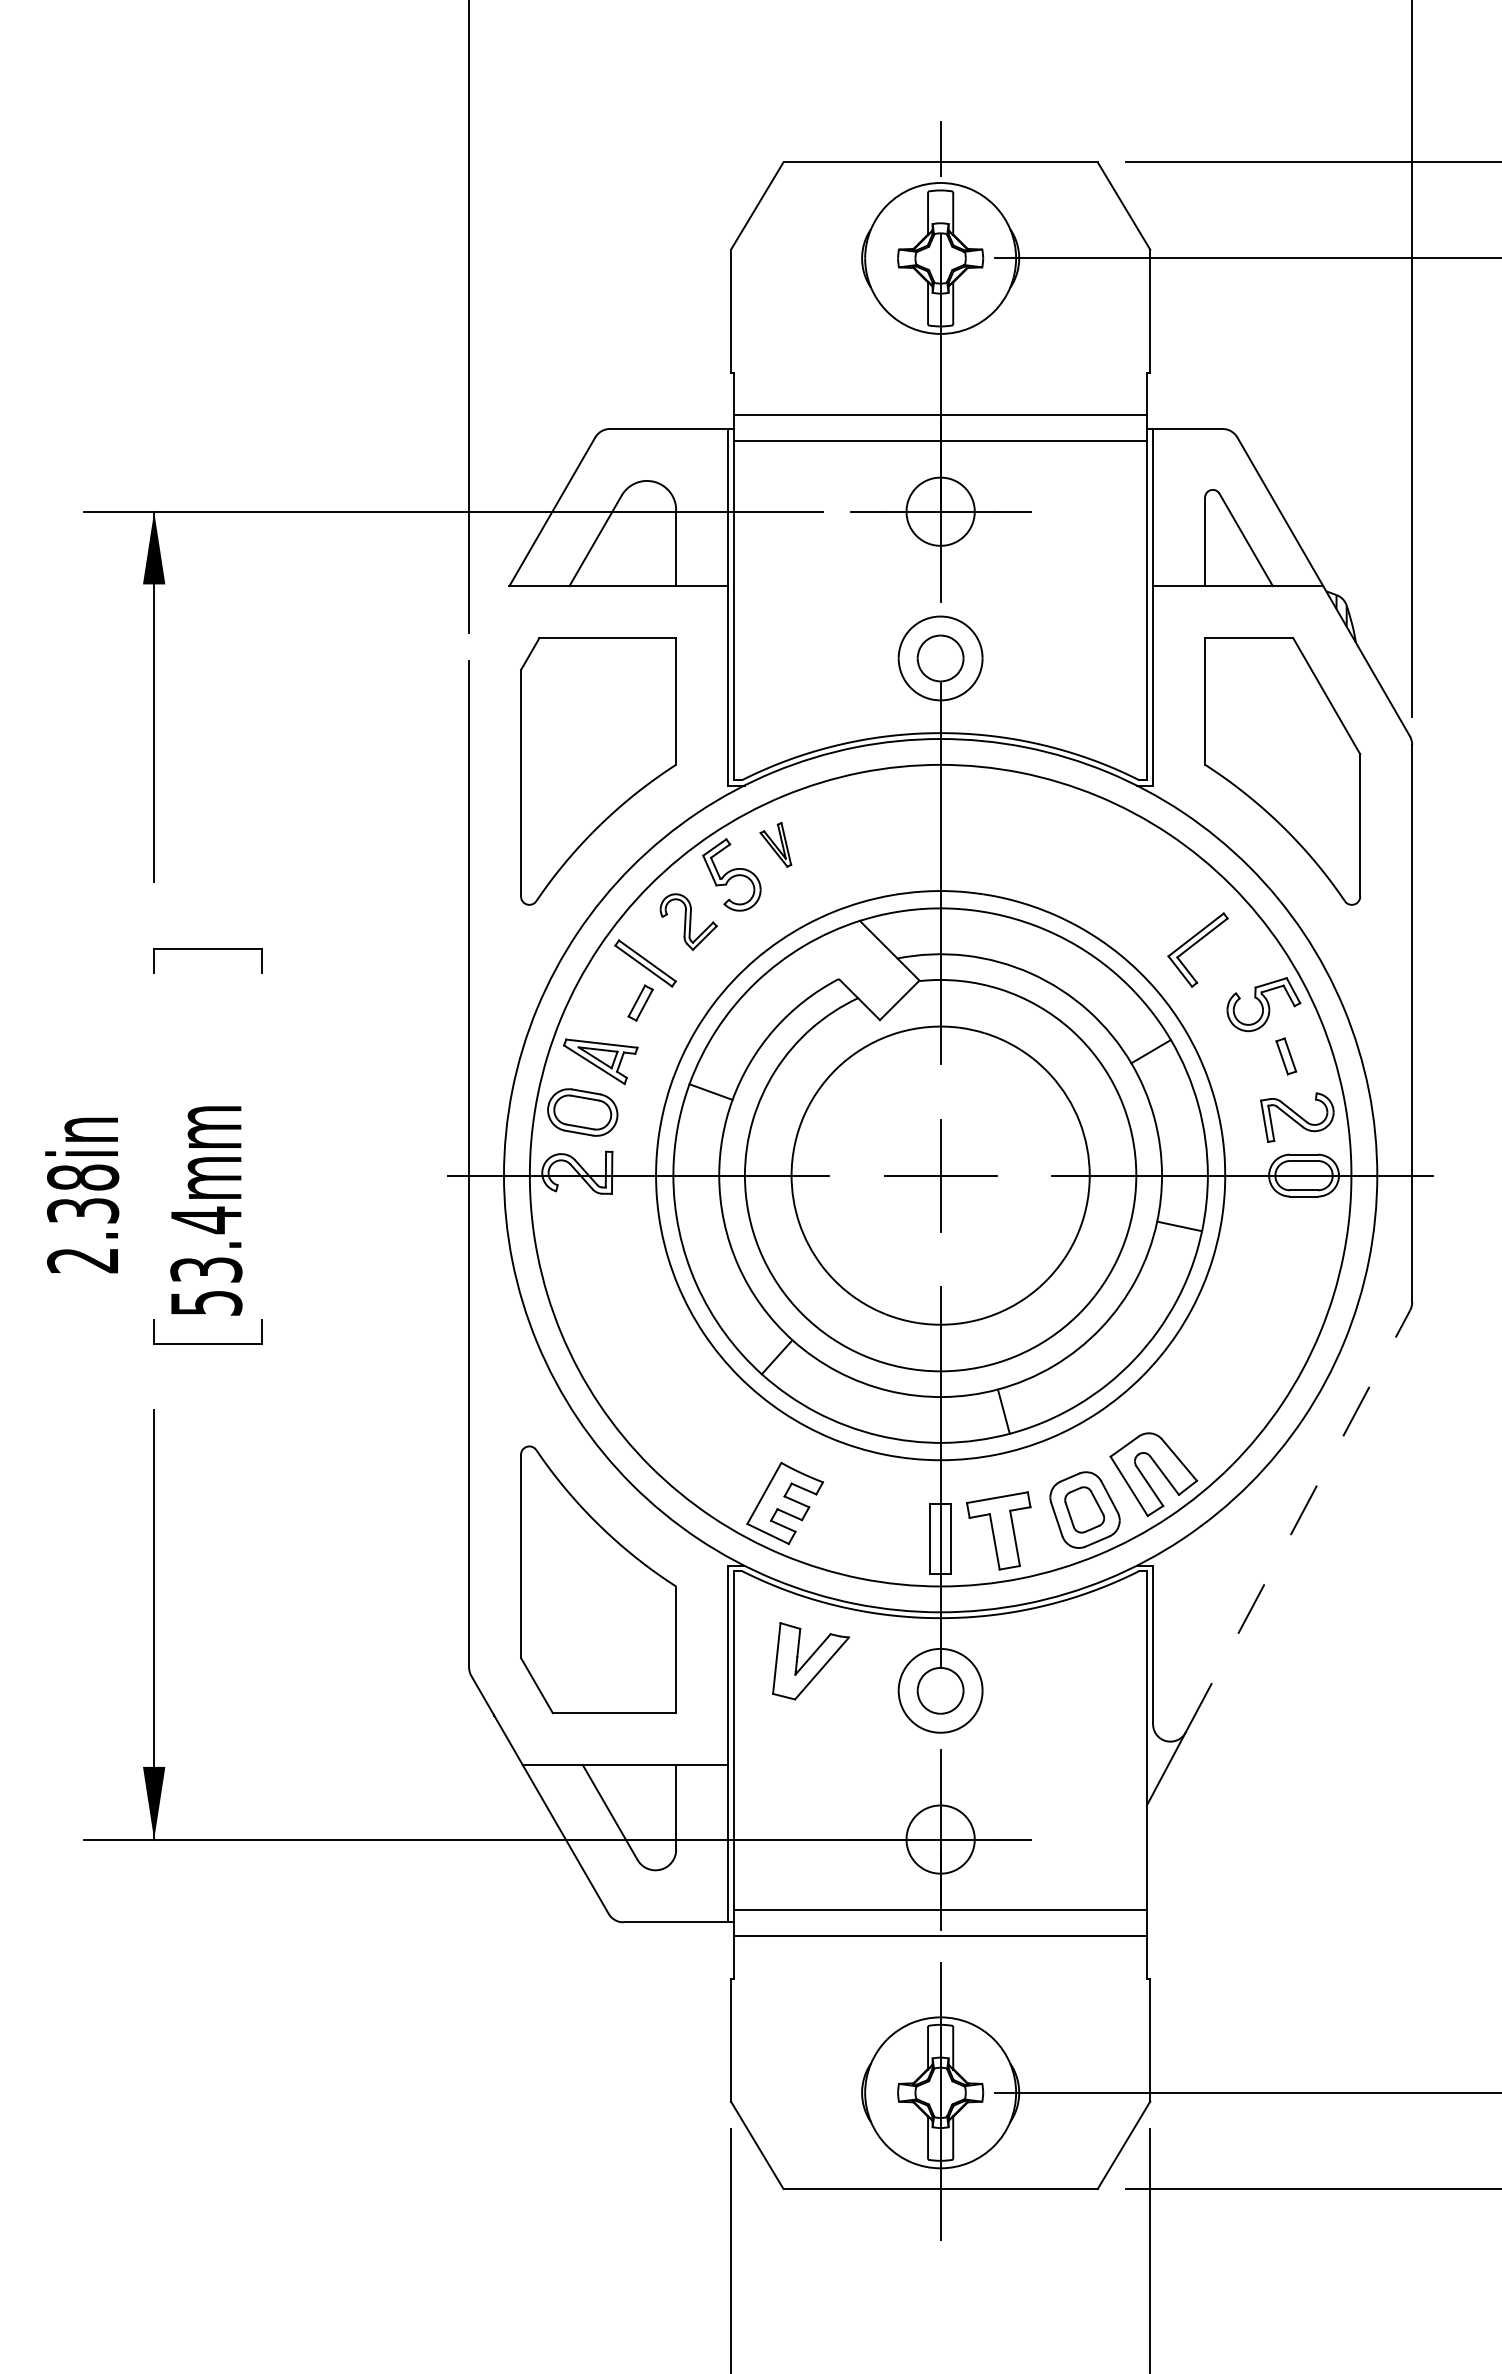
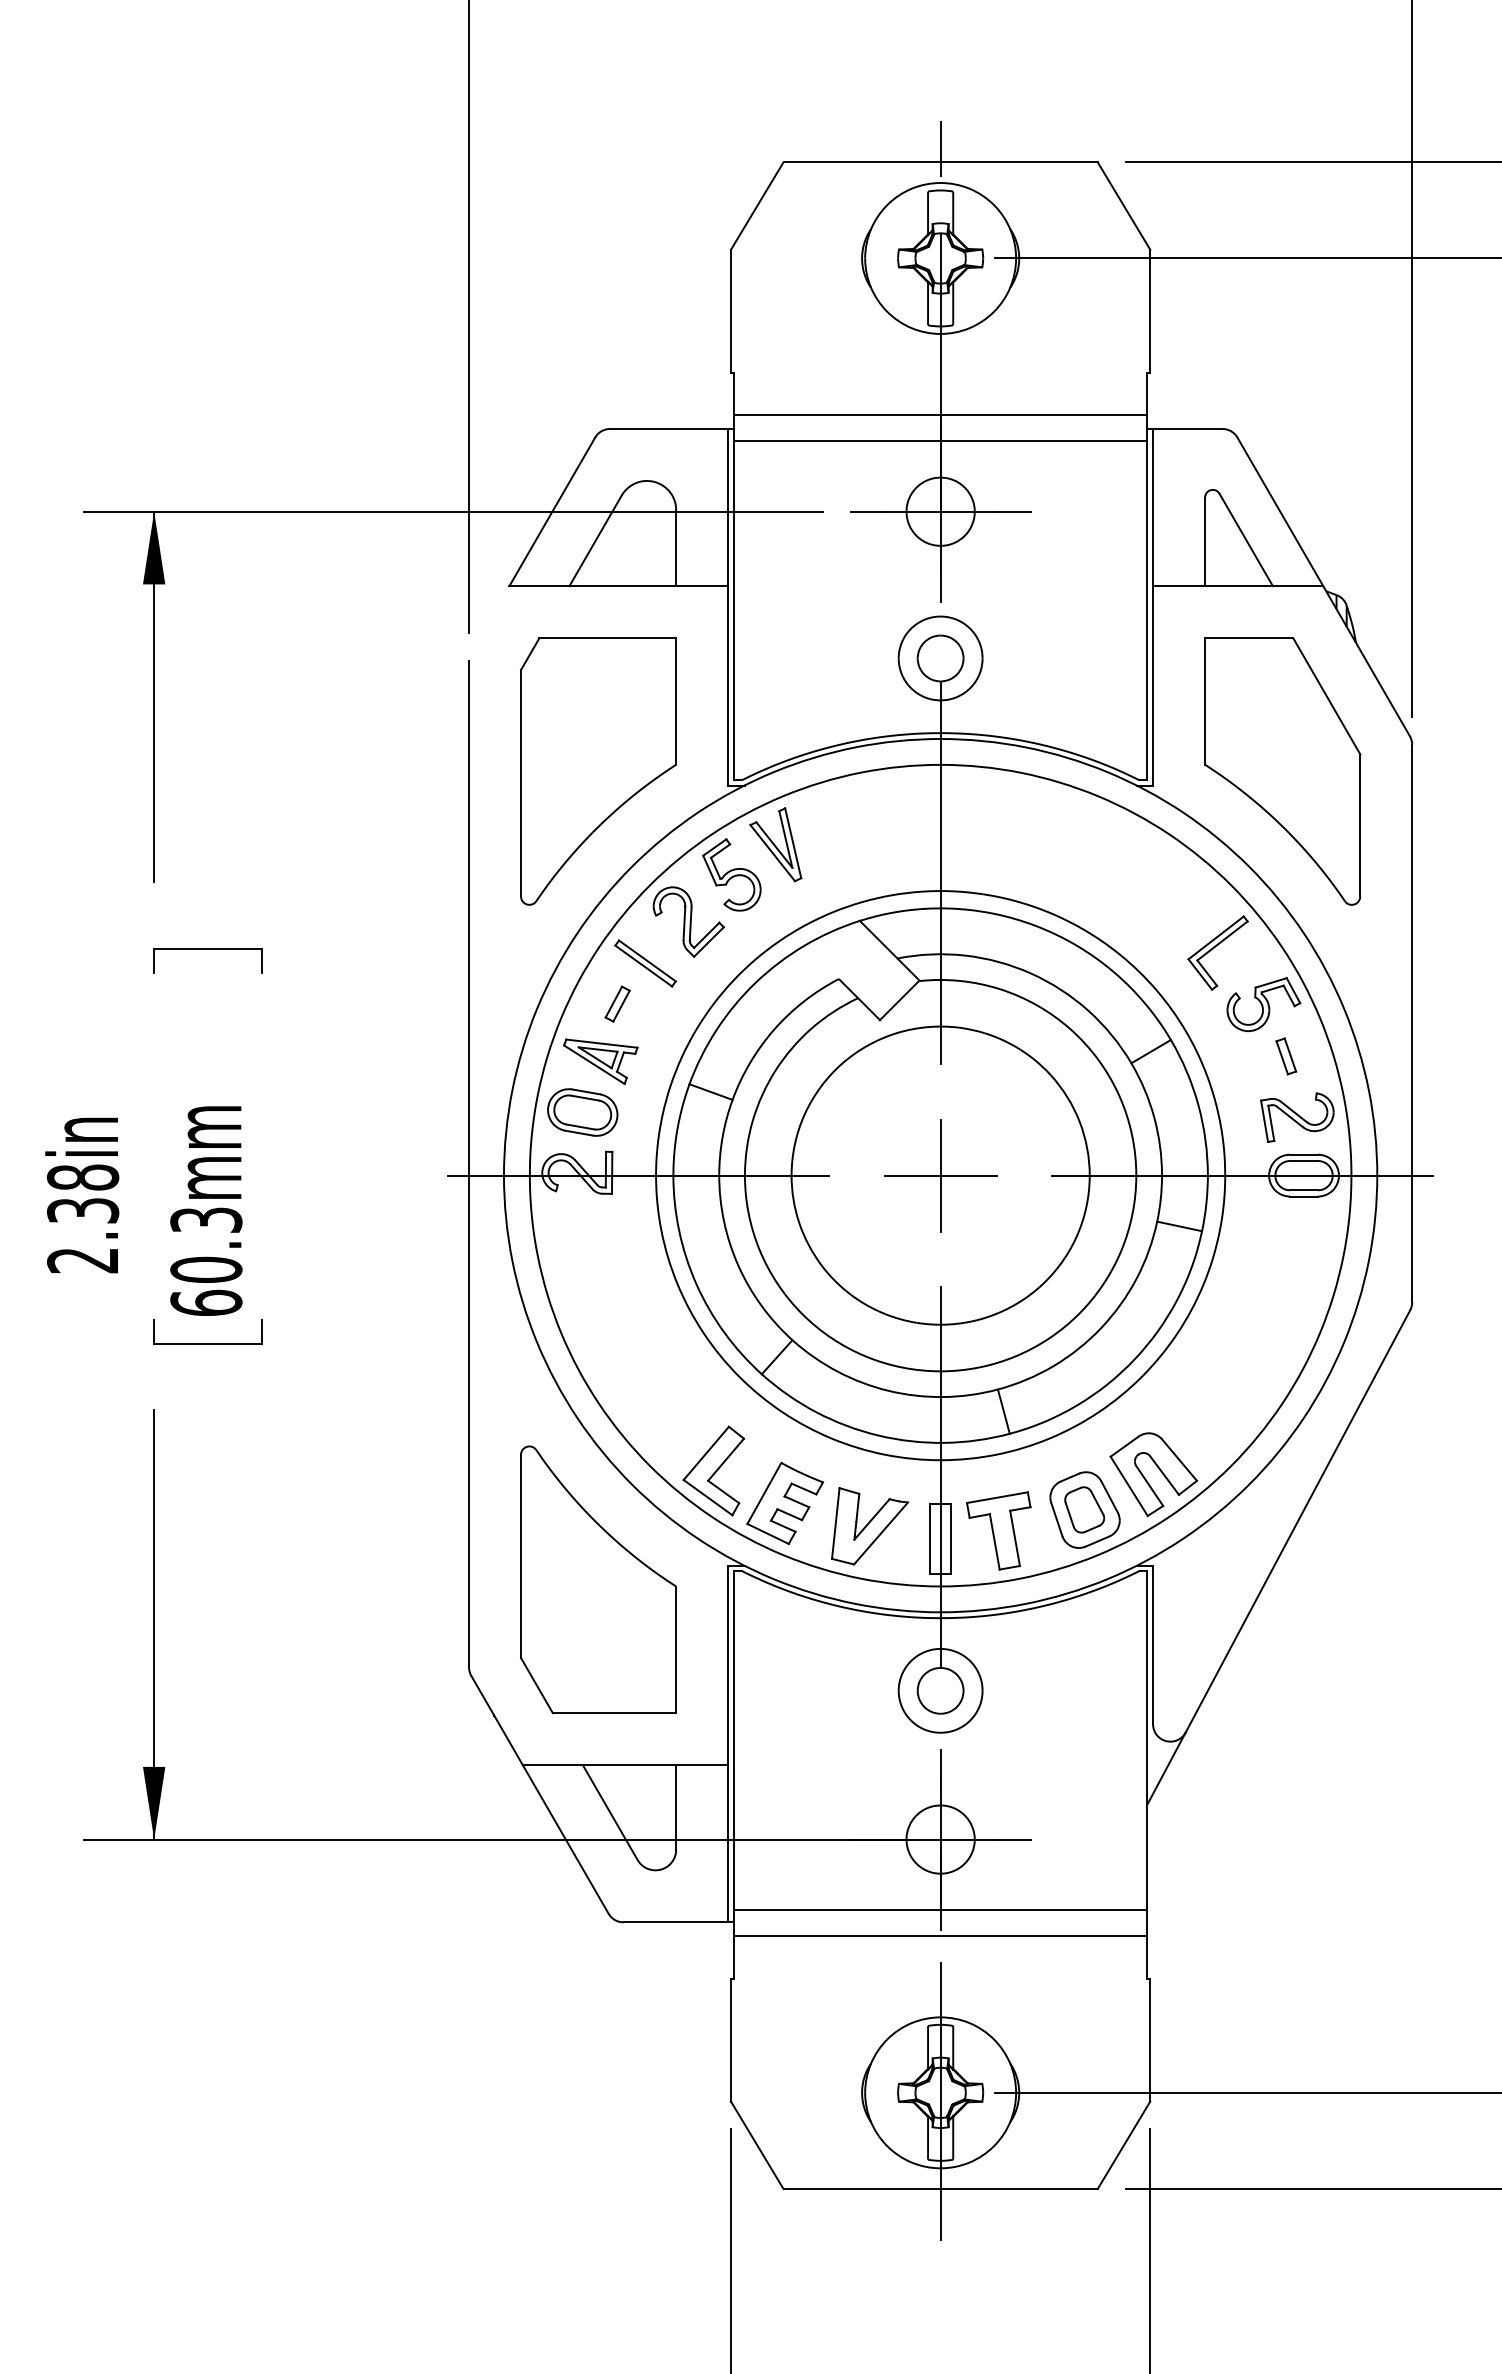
part at (775, 844) size: 34x46 px -> 54x76 px
part at (688, 921) size: 59x58 px -> 73x72 px
part at (1197, 949) position: (1197, 949) -> (1217, 952)
part at (640, 1002) position: (640, 1002) -> (617, 1003)
text at (206, 1260): 53.4mm -> 60.3mm
part at (713, 1470): none -> present
line at (1298, 1520): dashed -> solid
part at (811, 1661) position: (811, 1661) -> (870, 1526)
